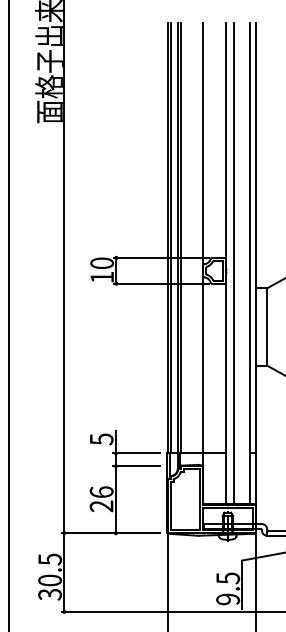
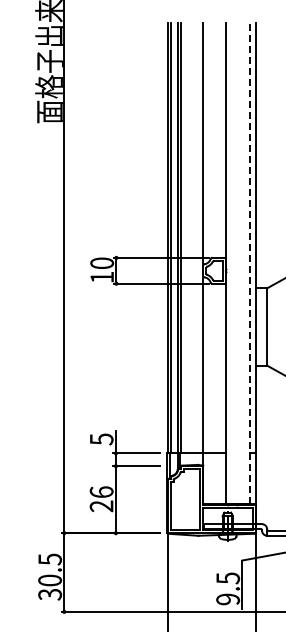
line at (234, 263): present -> none
line at (249, 263): solid -> dashed
line at (8, 315): present -> none
